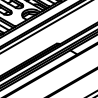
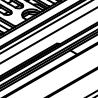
line at (48, 35): none -> present
